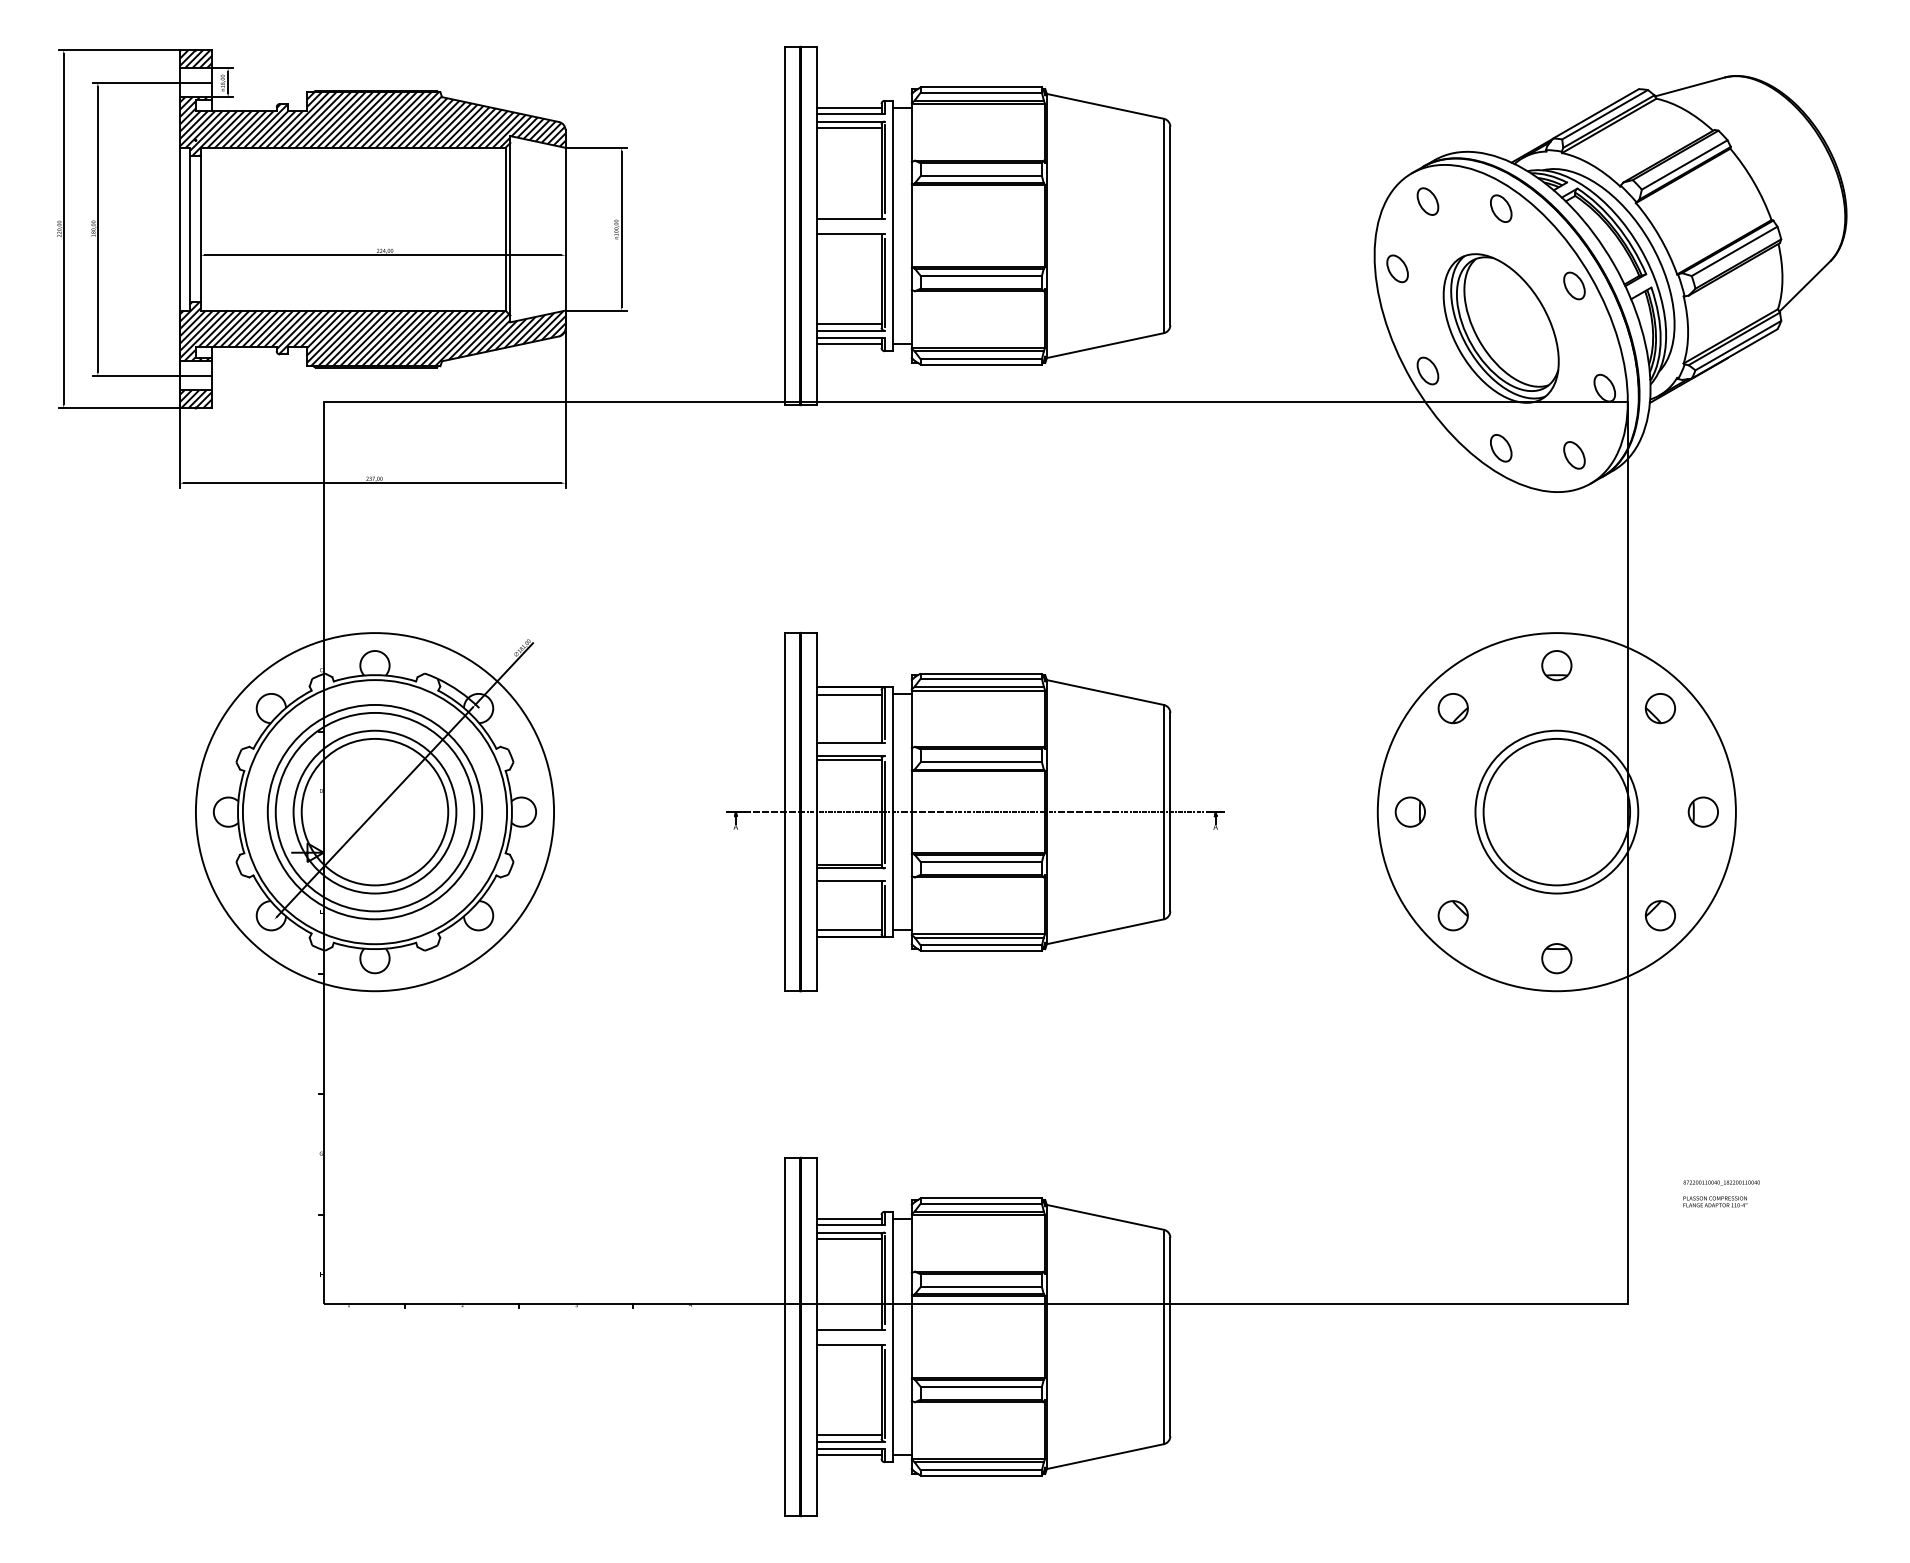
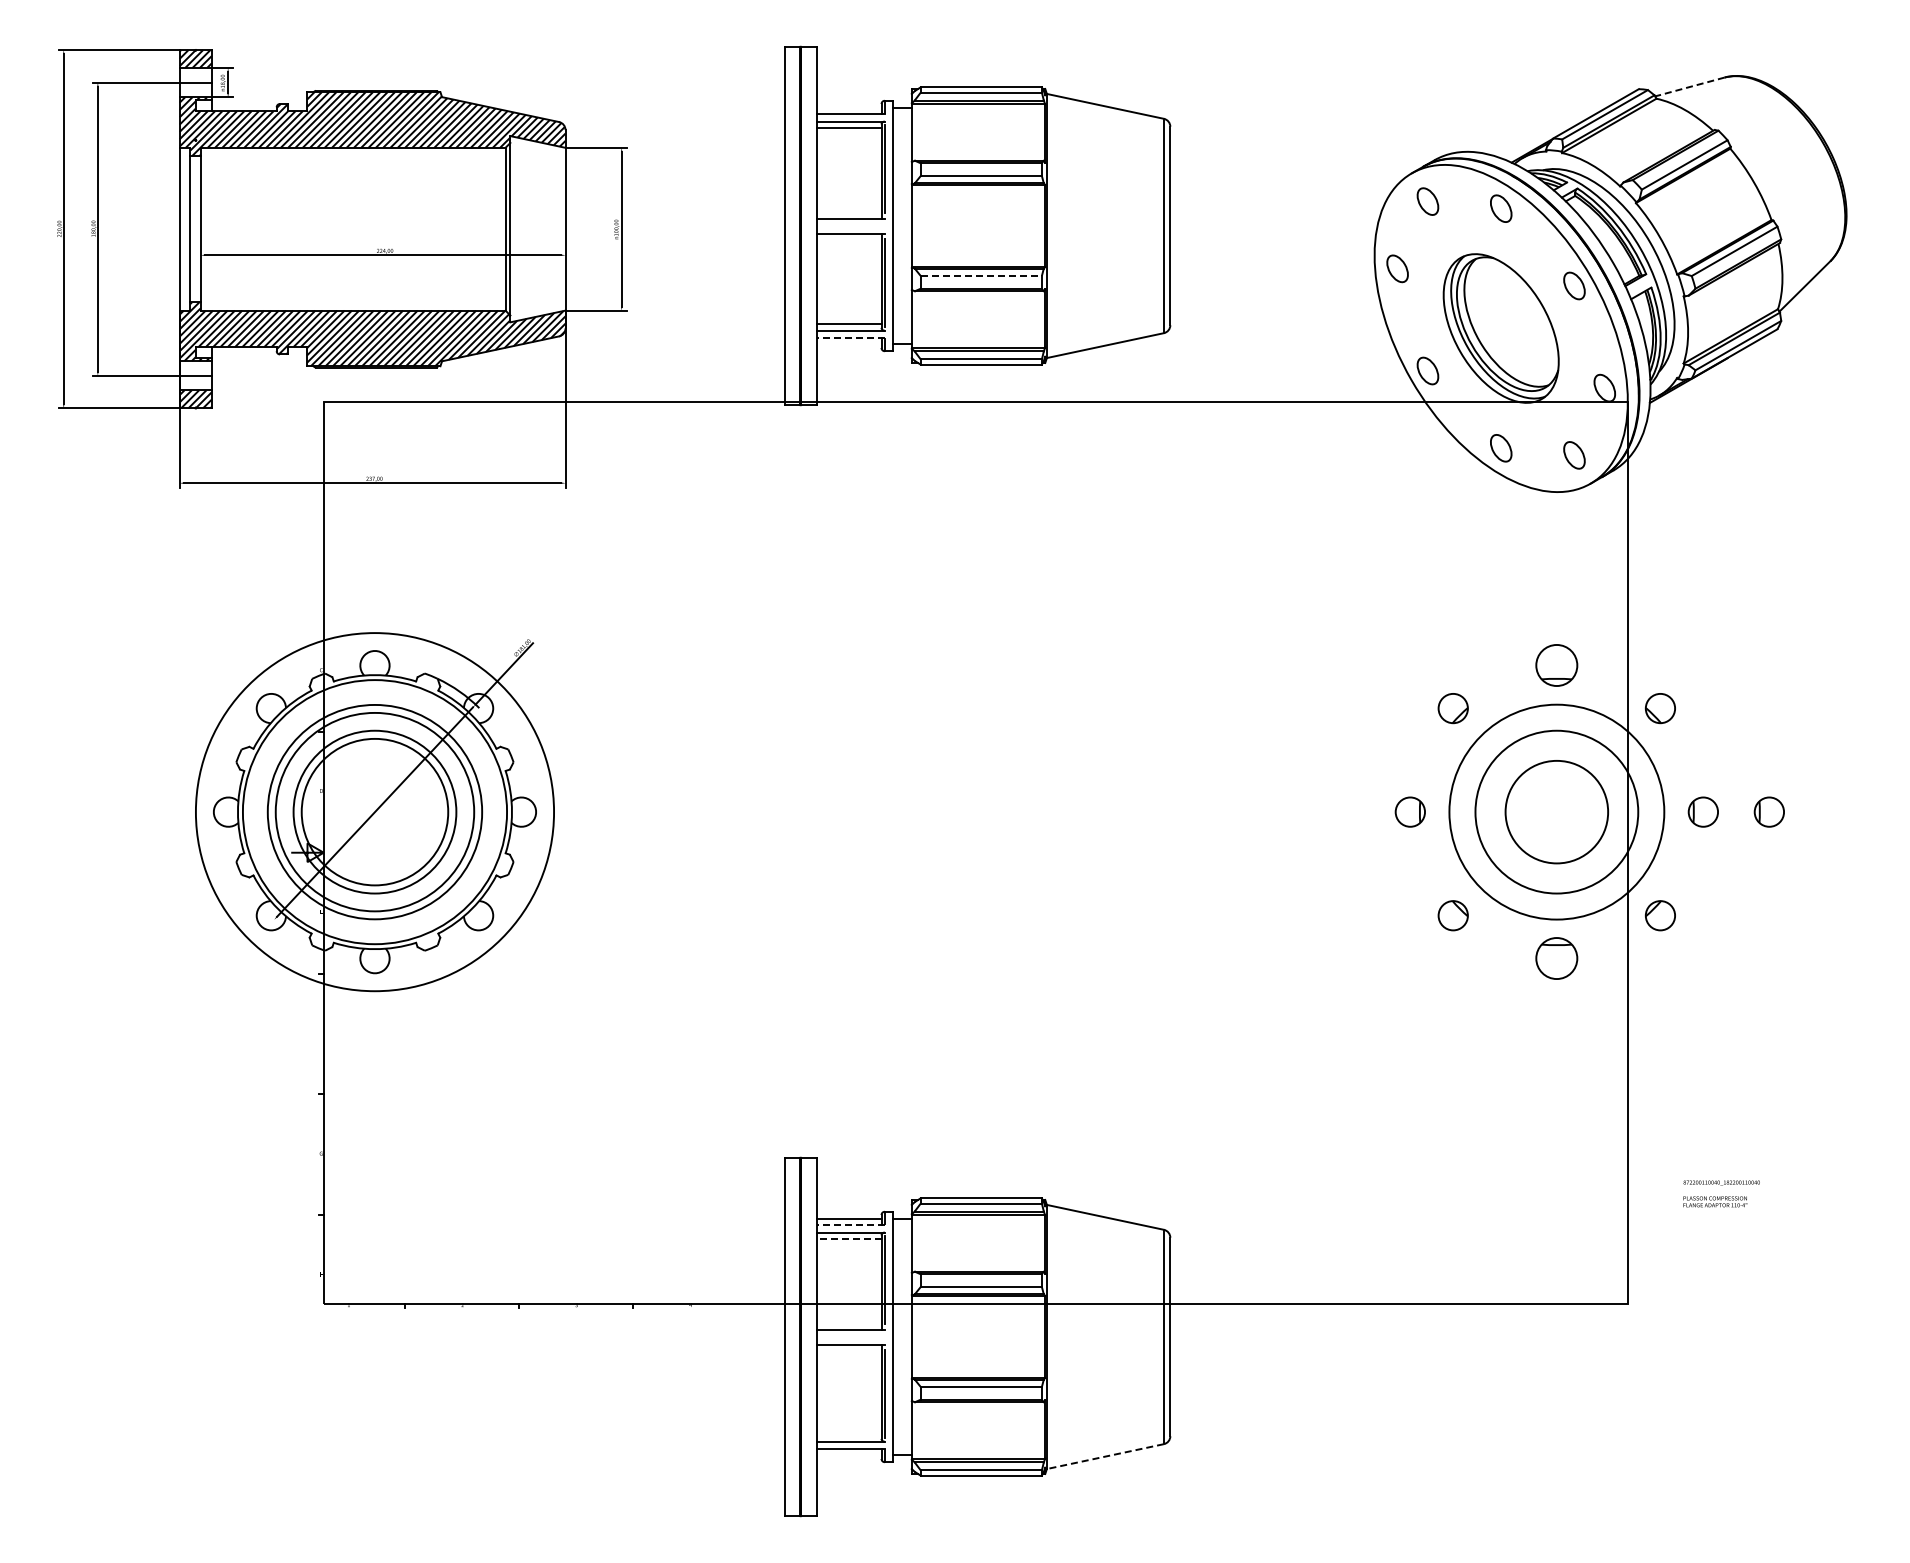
line at (1689, 87): solid -> dashed
line at (848, 108): present -> none
line at (981, 275): solid -> dashed
line at (850, 338): solid -> dashed
line at (848, 343): present -> none
part at (1556, 665) size: 32x32 px -> 44x43 px
circle at (1556, 811) diameter: 147 px -> 103 px
part at (1768, 811): none -> present
part at (975, 812): present -> none
circle at (1556, 812) diameter: 358 px -> 215 px
part at (1556, 958) size: 32x32 px -> 44x43 px
line at (850, 1225): solid -> dashed
line at (848, 1238): solid -> dashed
line at (848, 1435): present -> none
line at (848, 1454): present -> none
line at (1105, 1456): solid -> dashed
